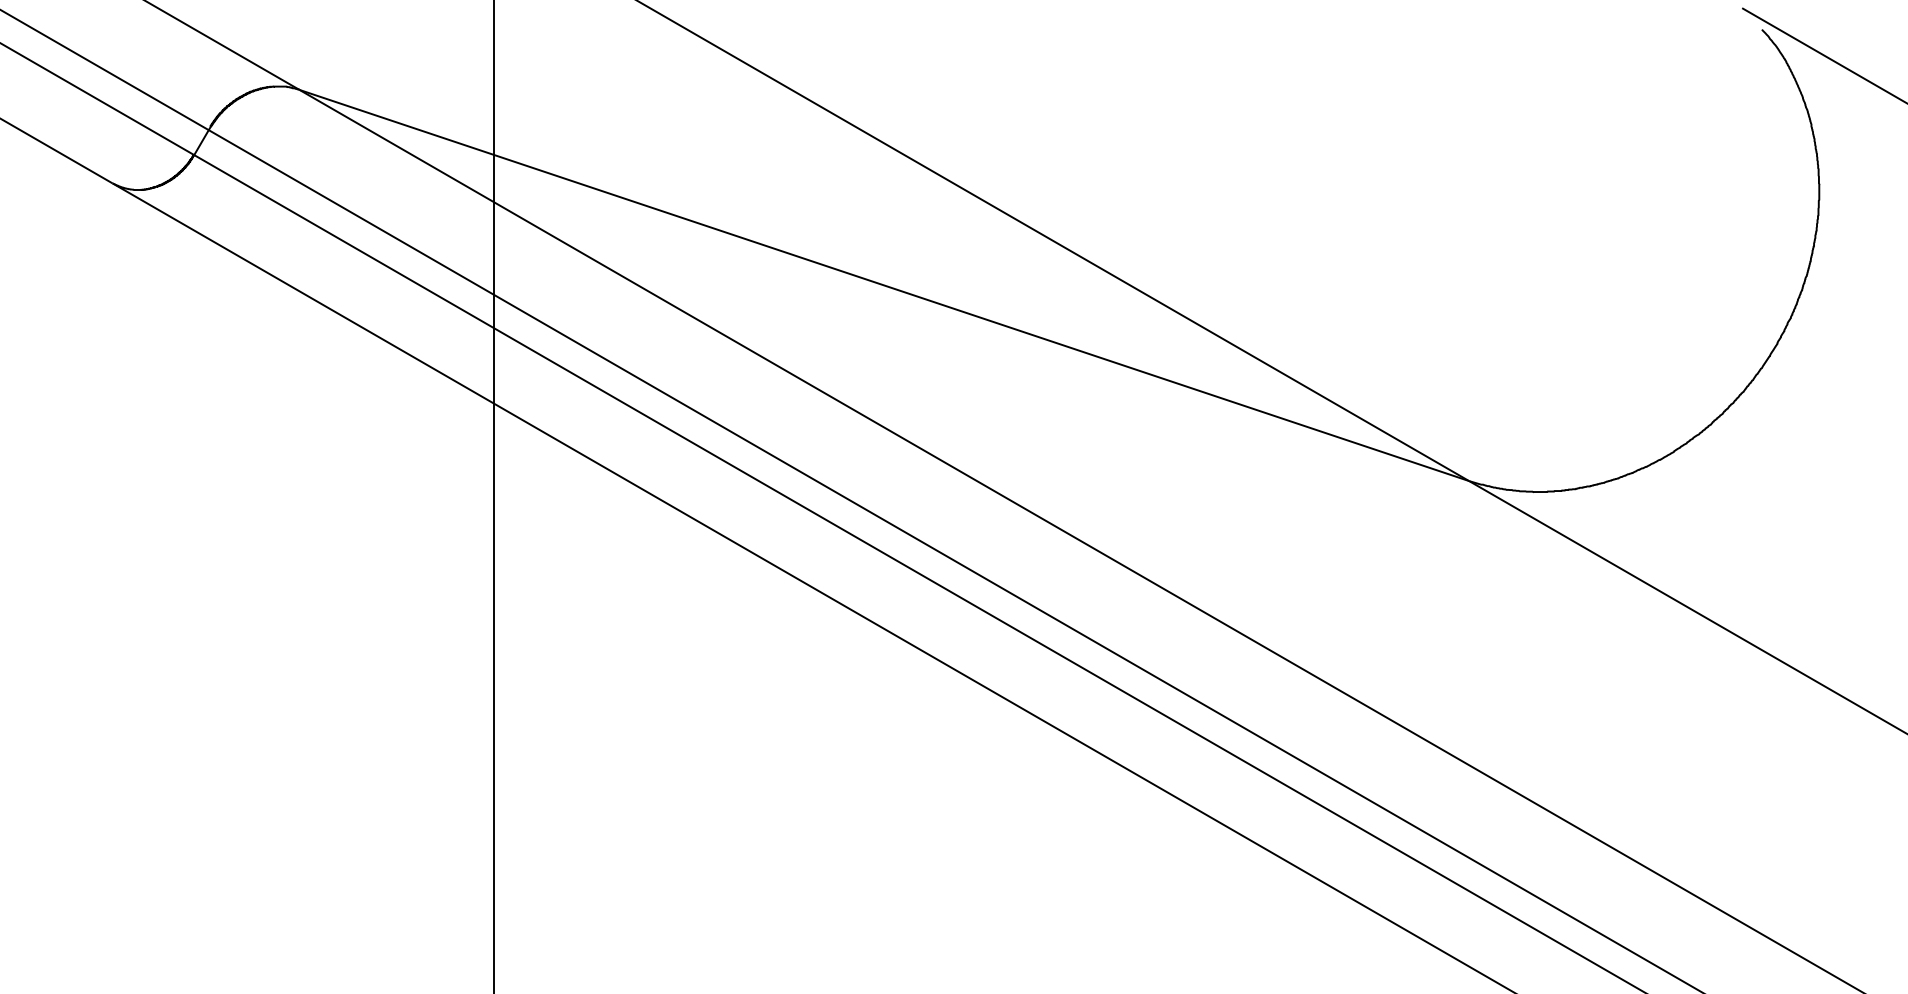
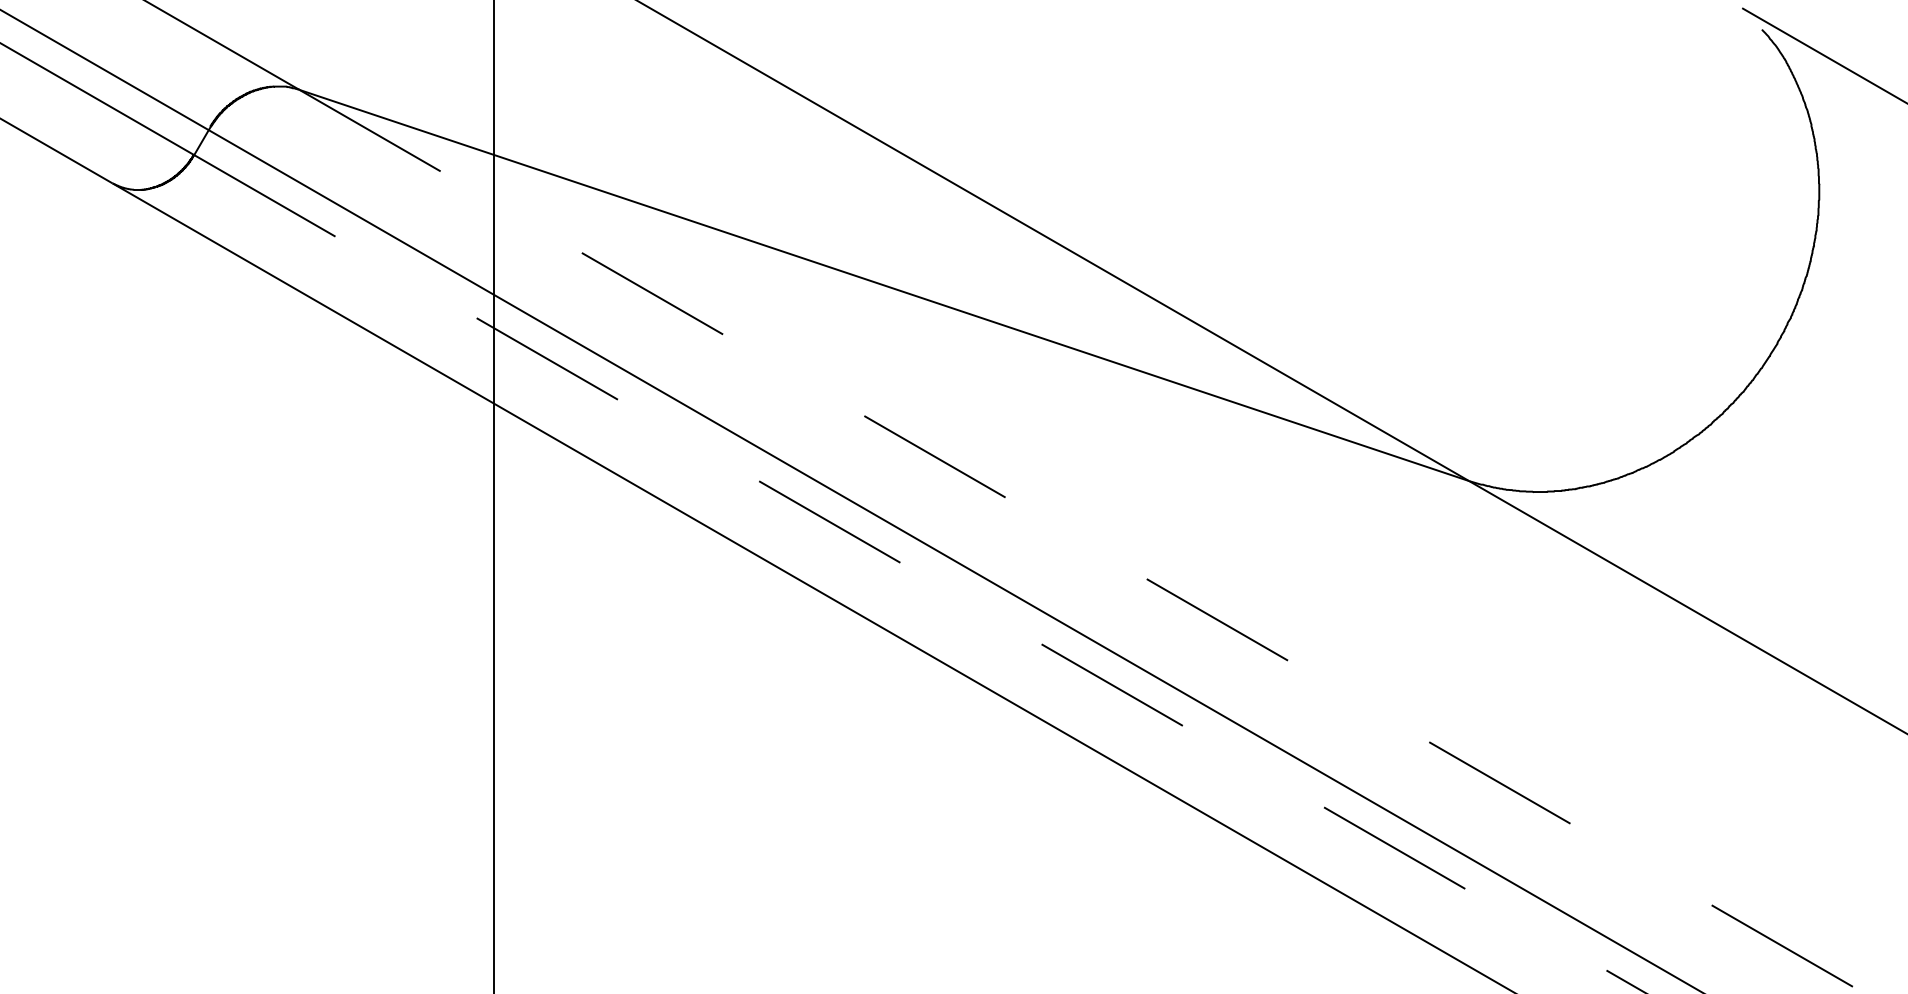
line at (1082, 541): solid -> dashed
line at (920, 574): solid -> dashed
